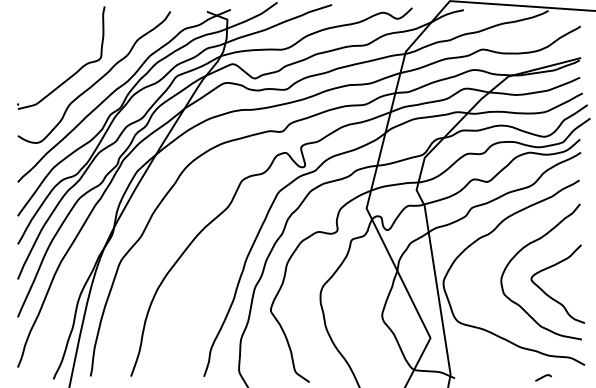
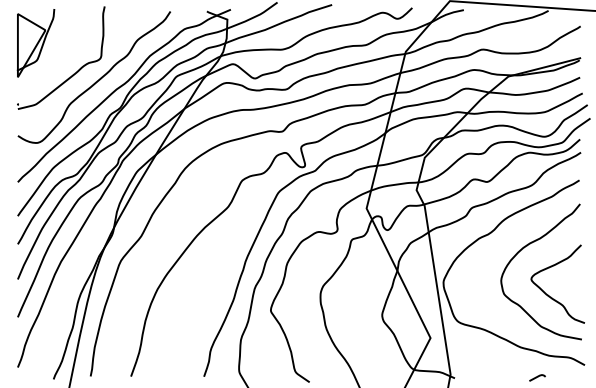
part at (35, 43): none -> present
curve at (543, 377) position: (543, 377) -> (537, 377)
